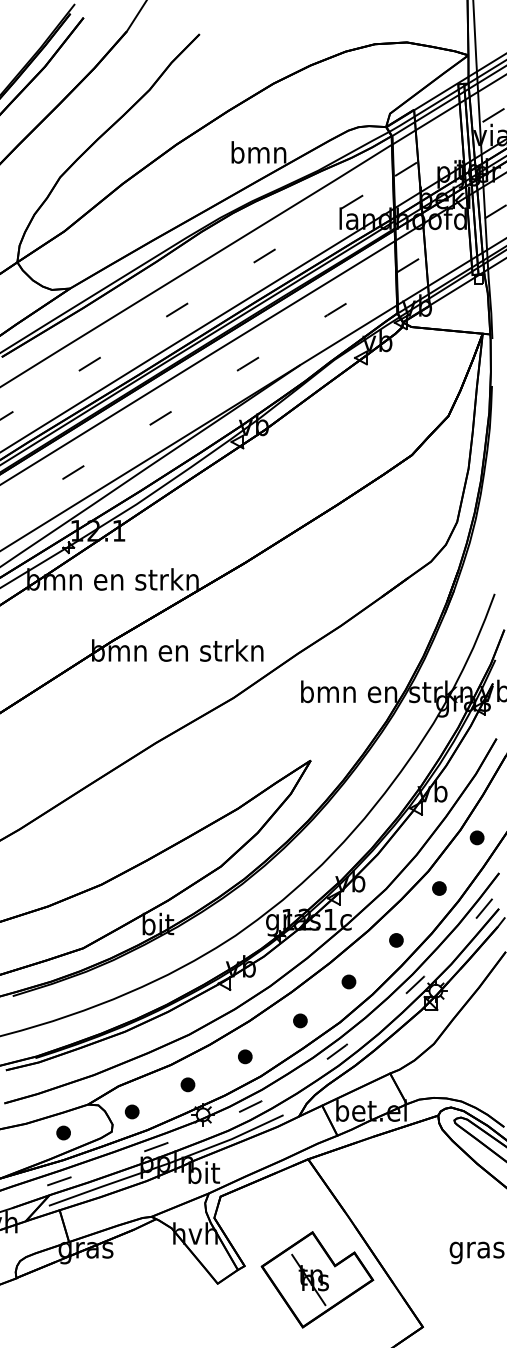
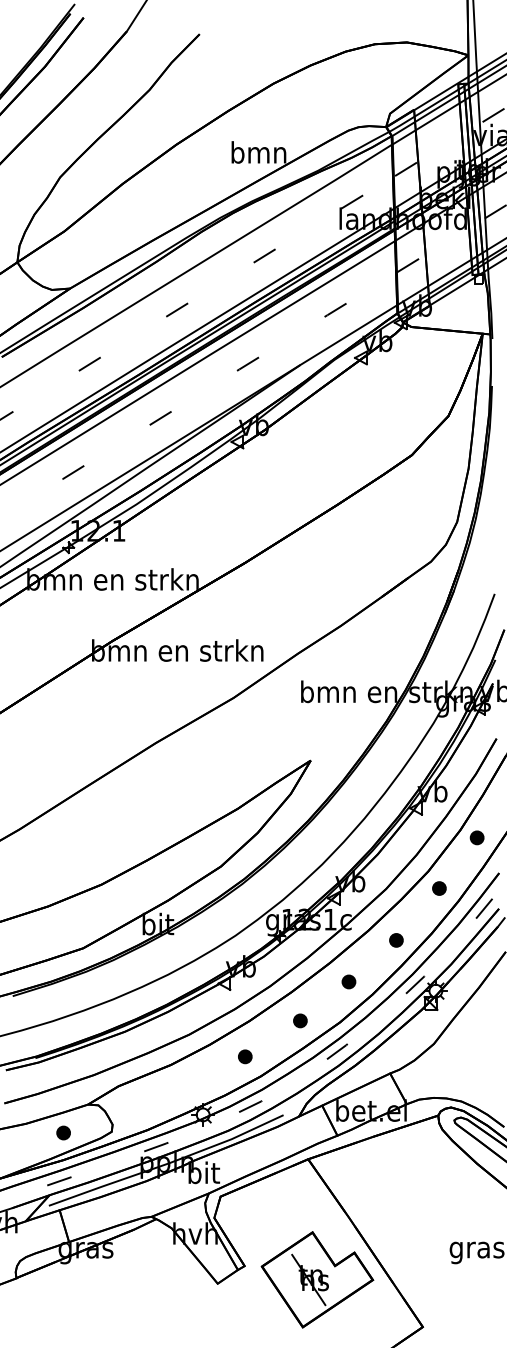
part at (187, 1084): present -> none
part at (131, 1111): present -> none
